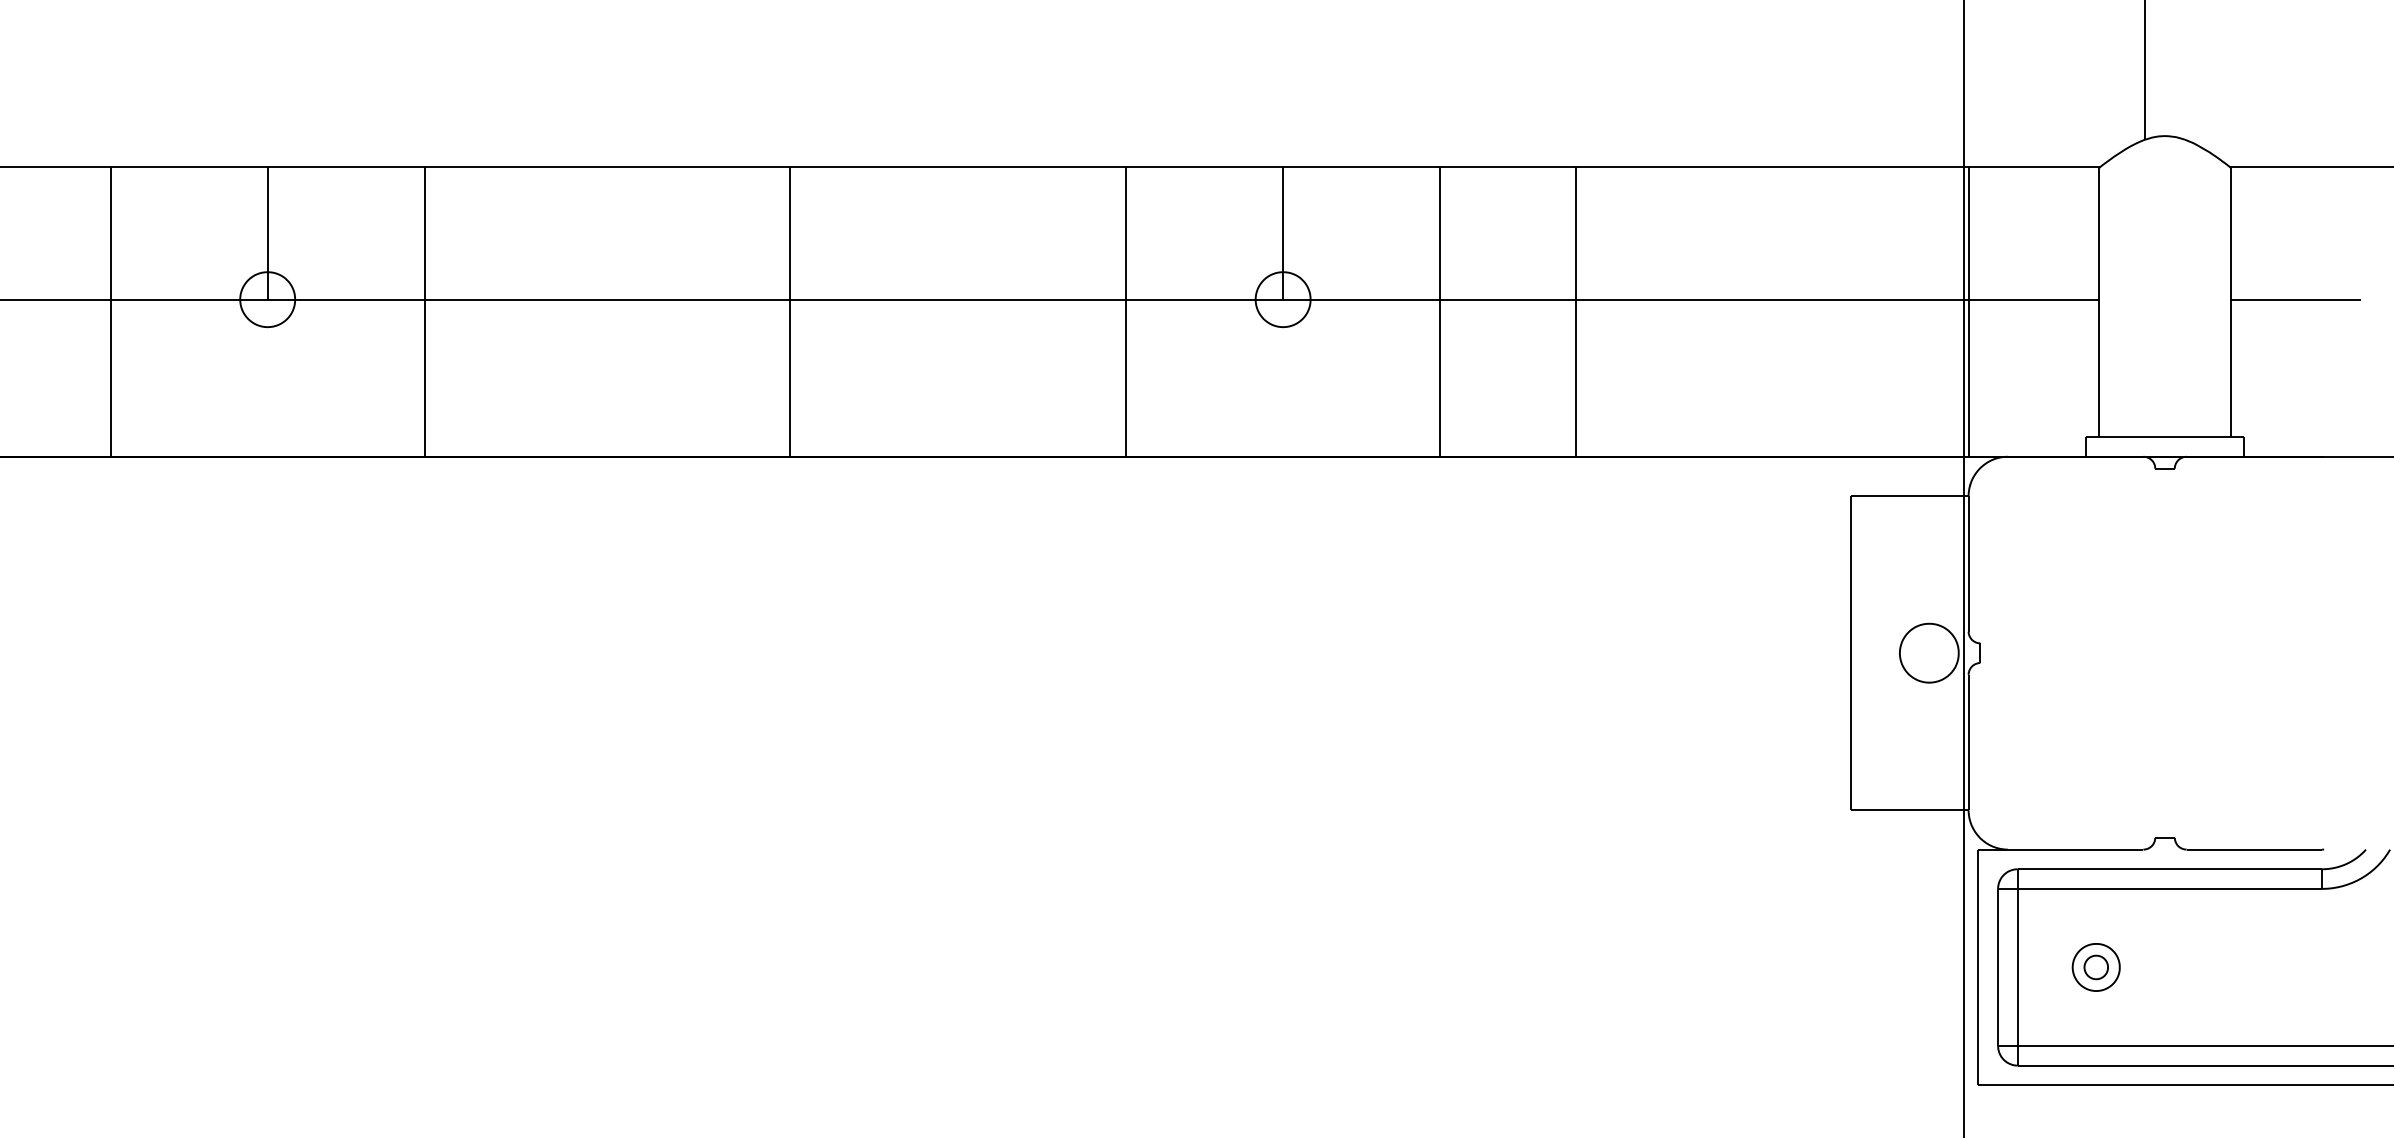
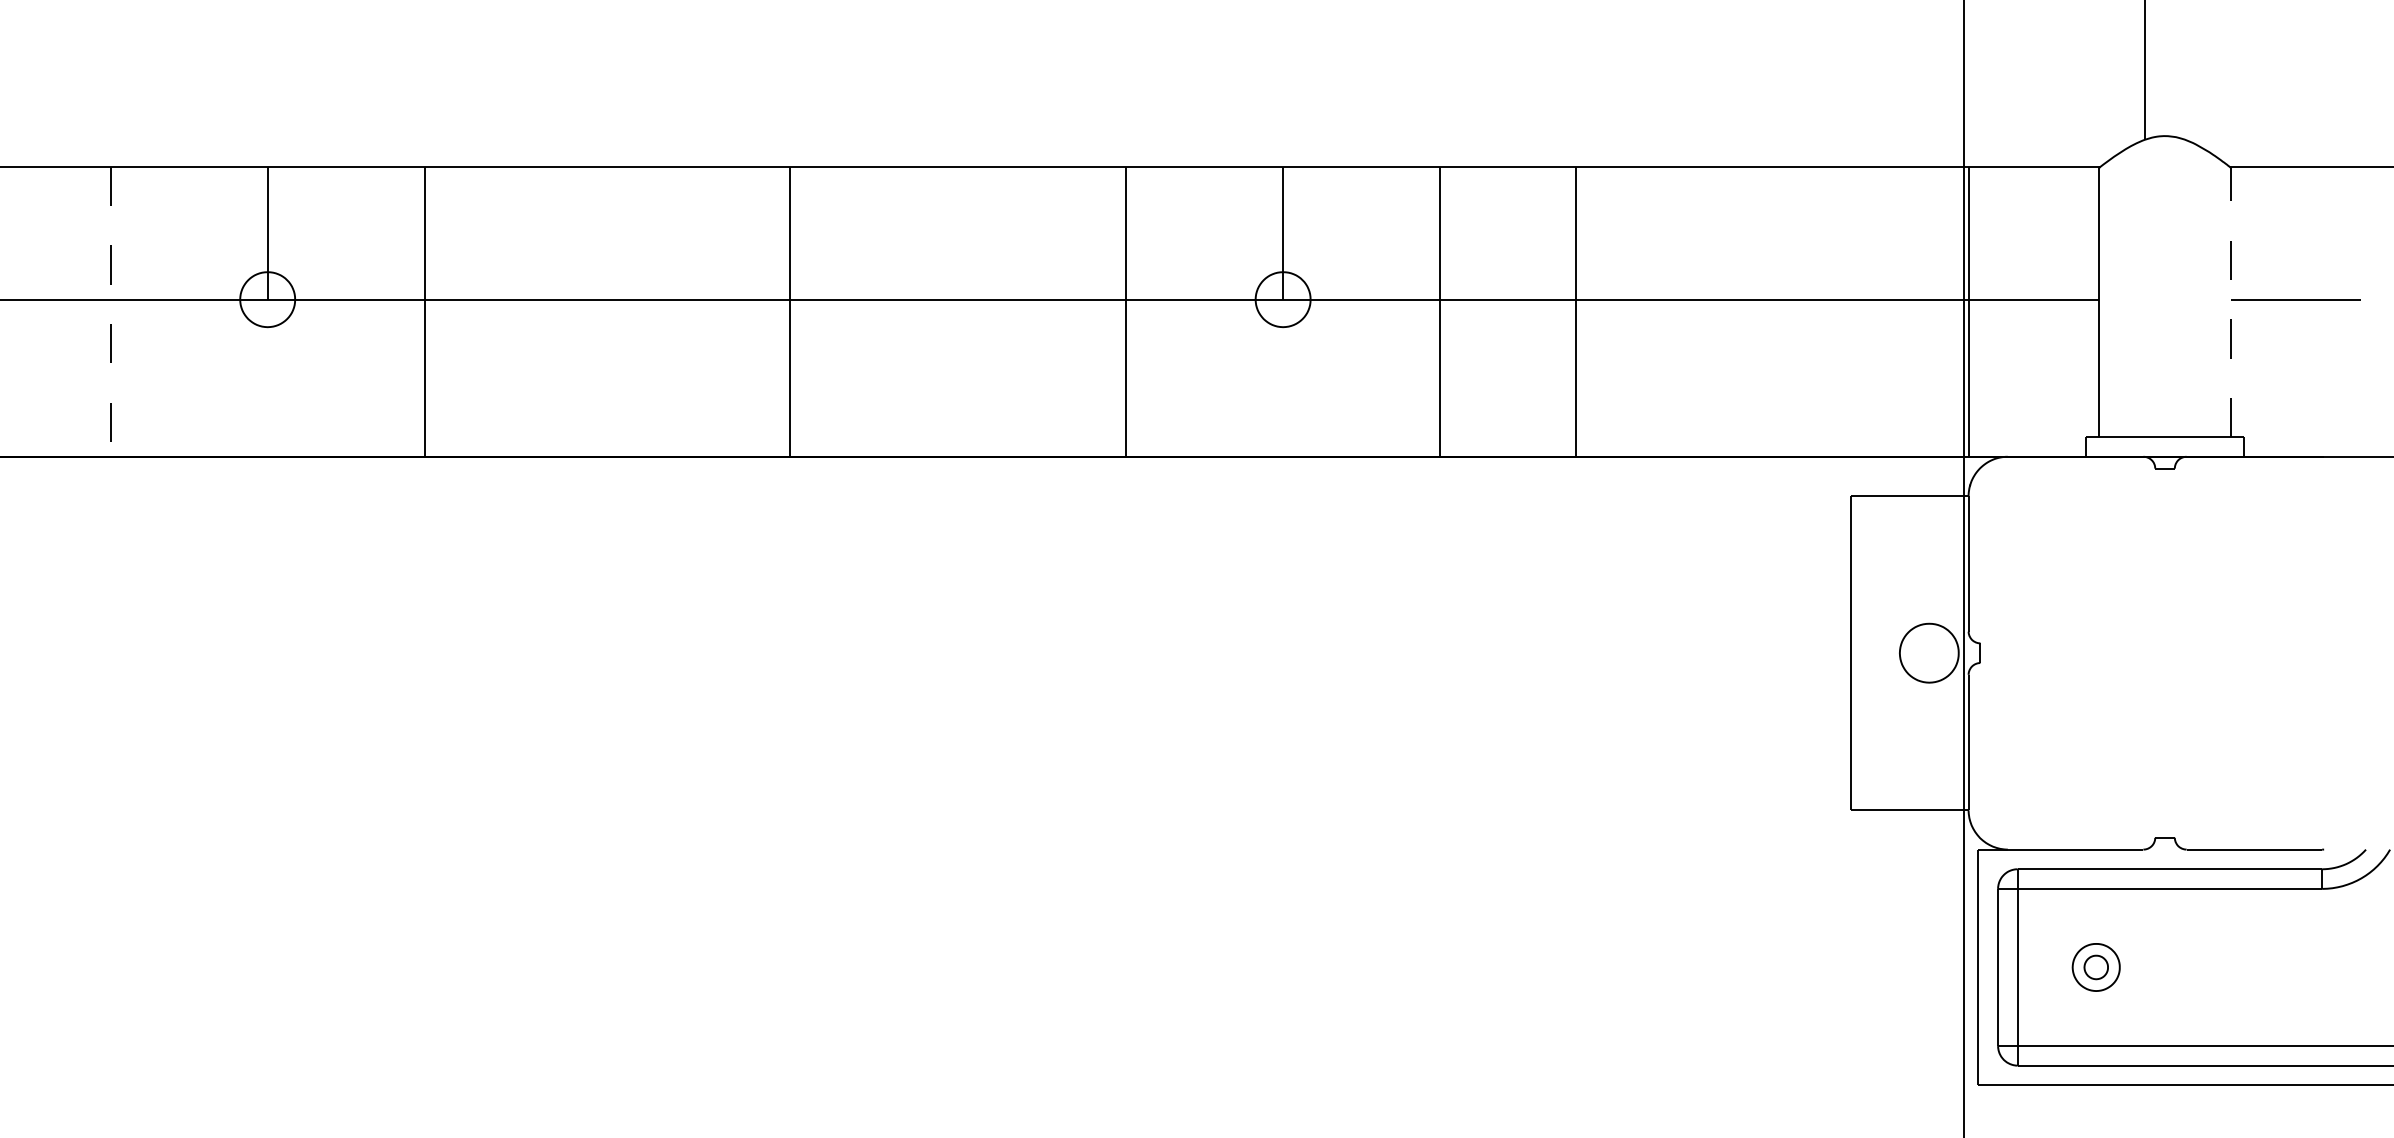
line at (2231, 302): solid -> dashed
line at (110, 311): solid -> dashed
